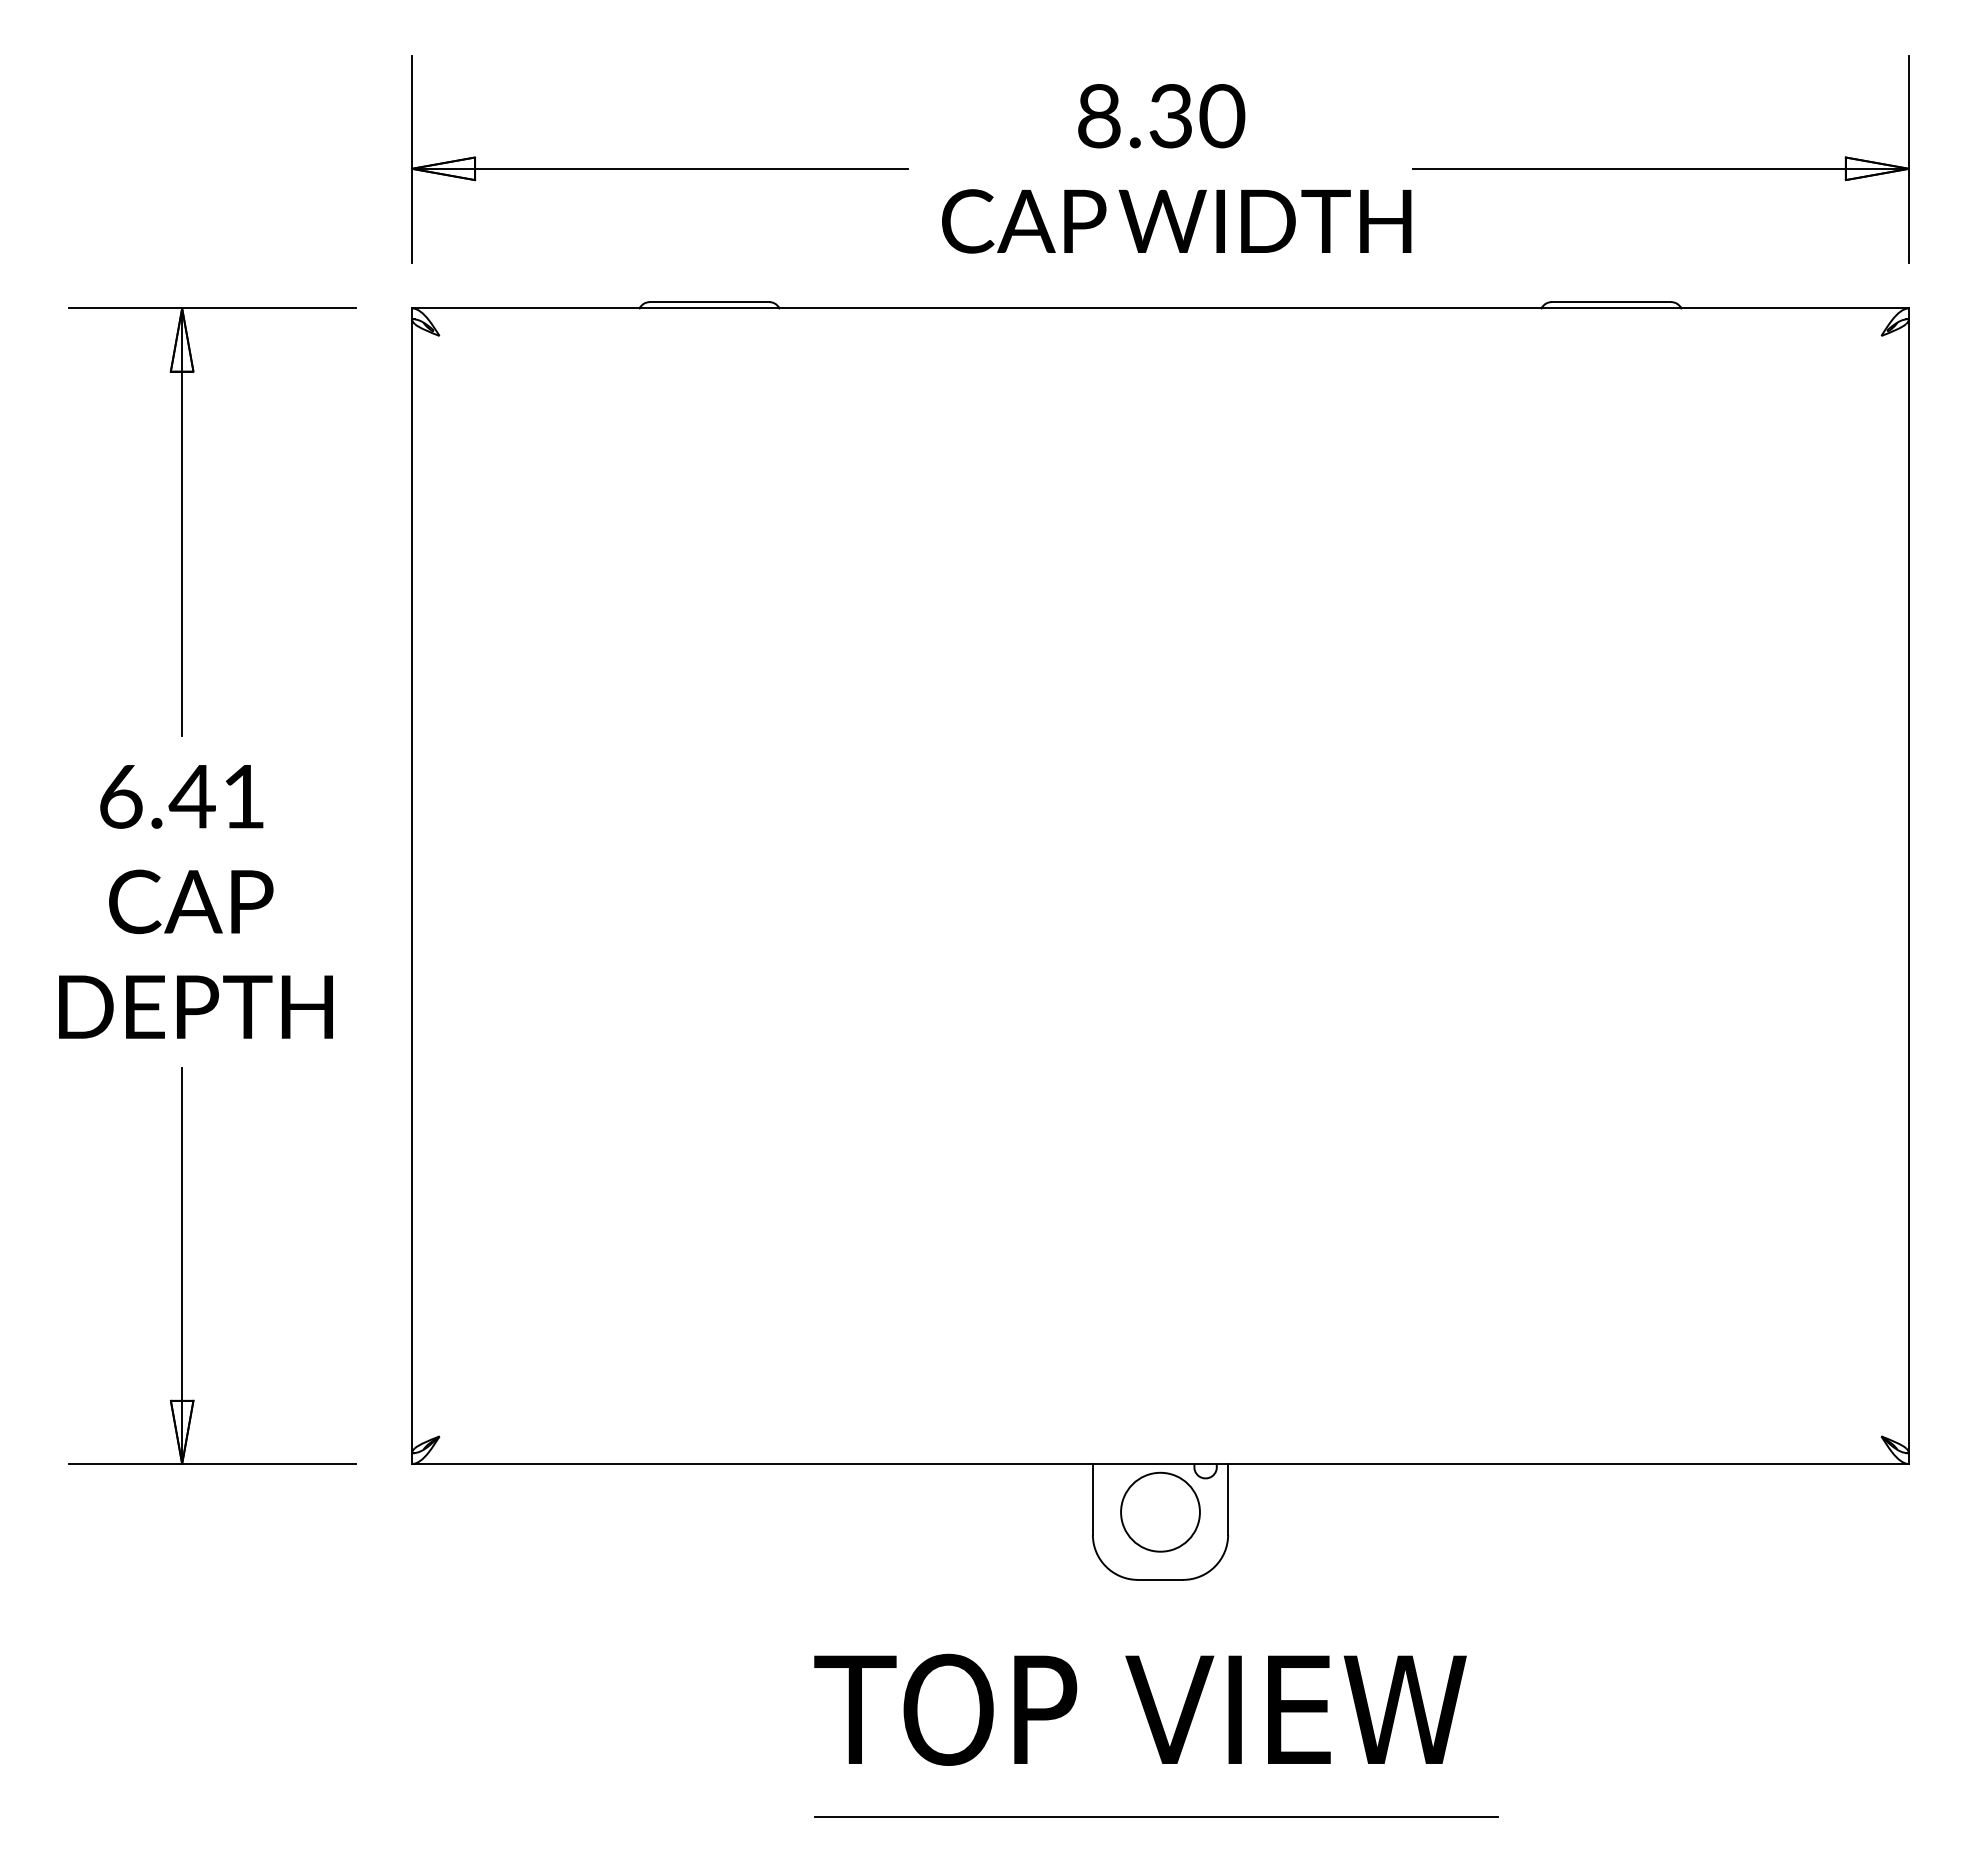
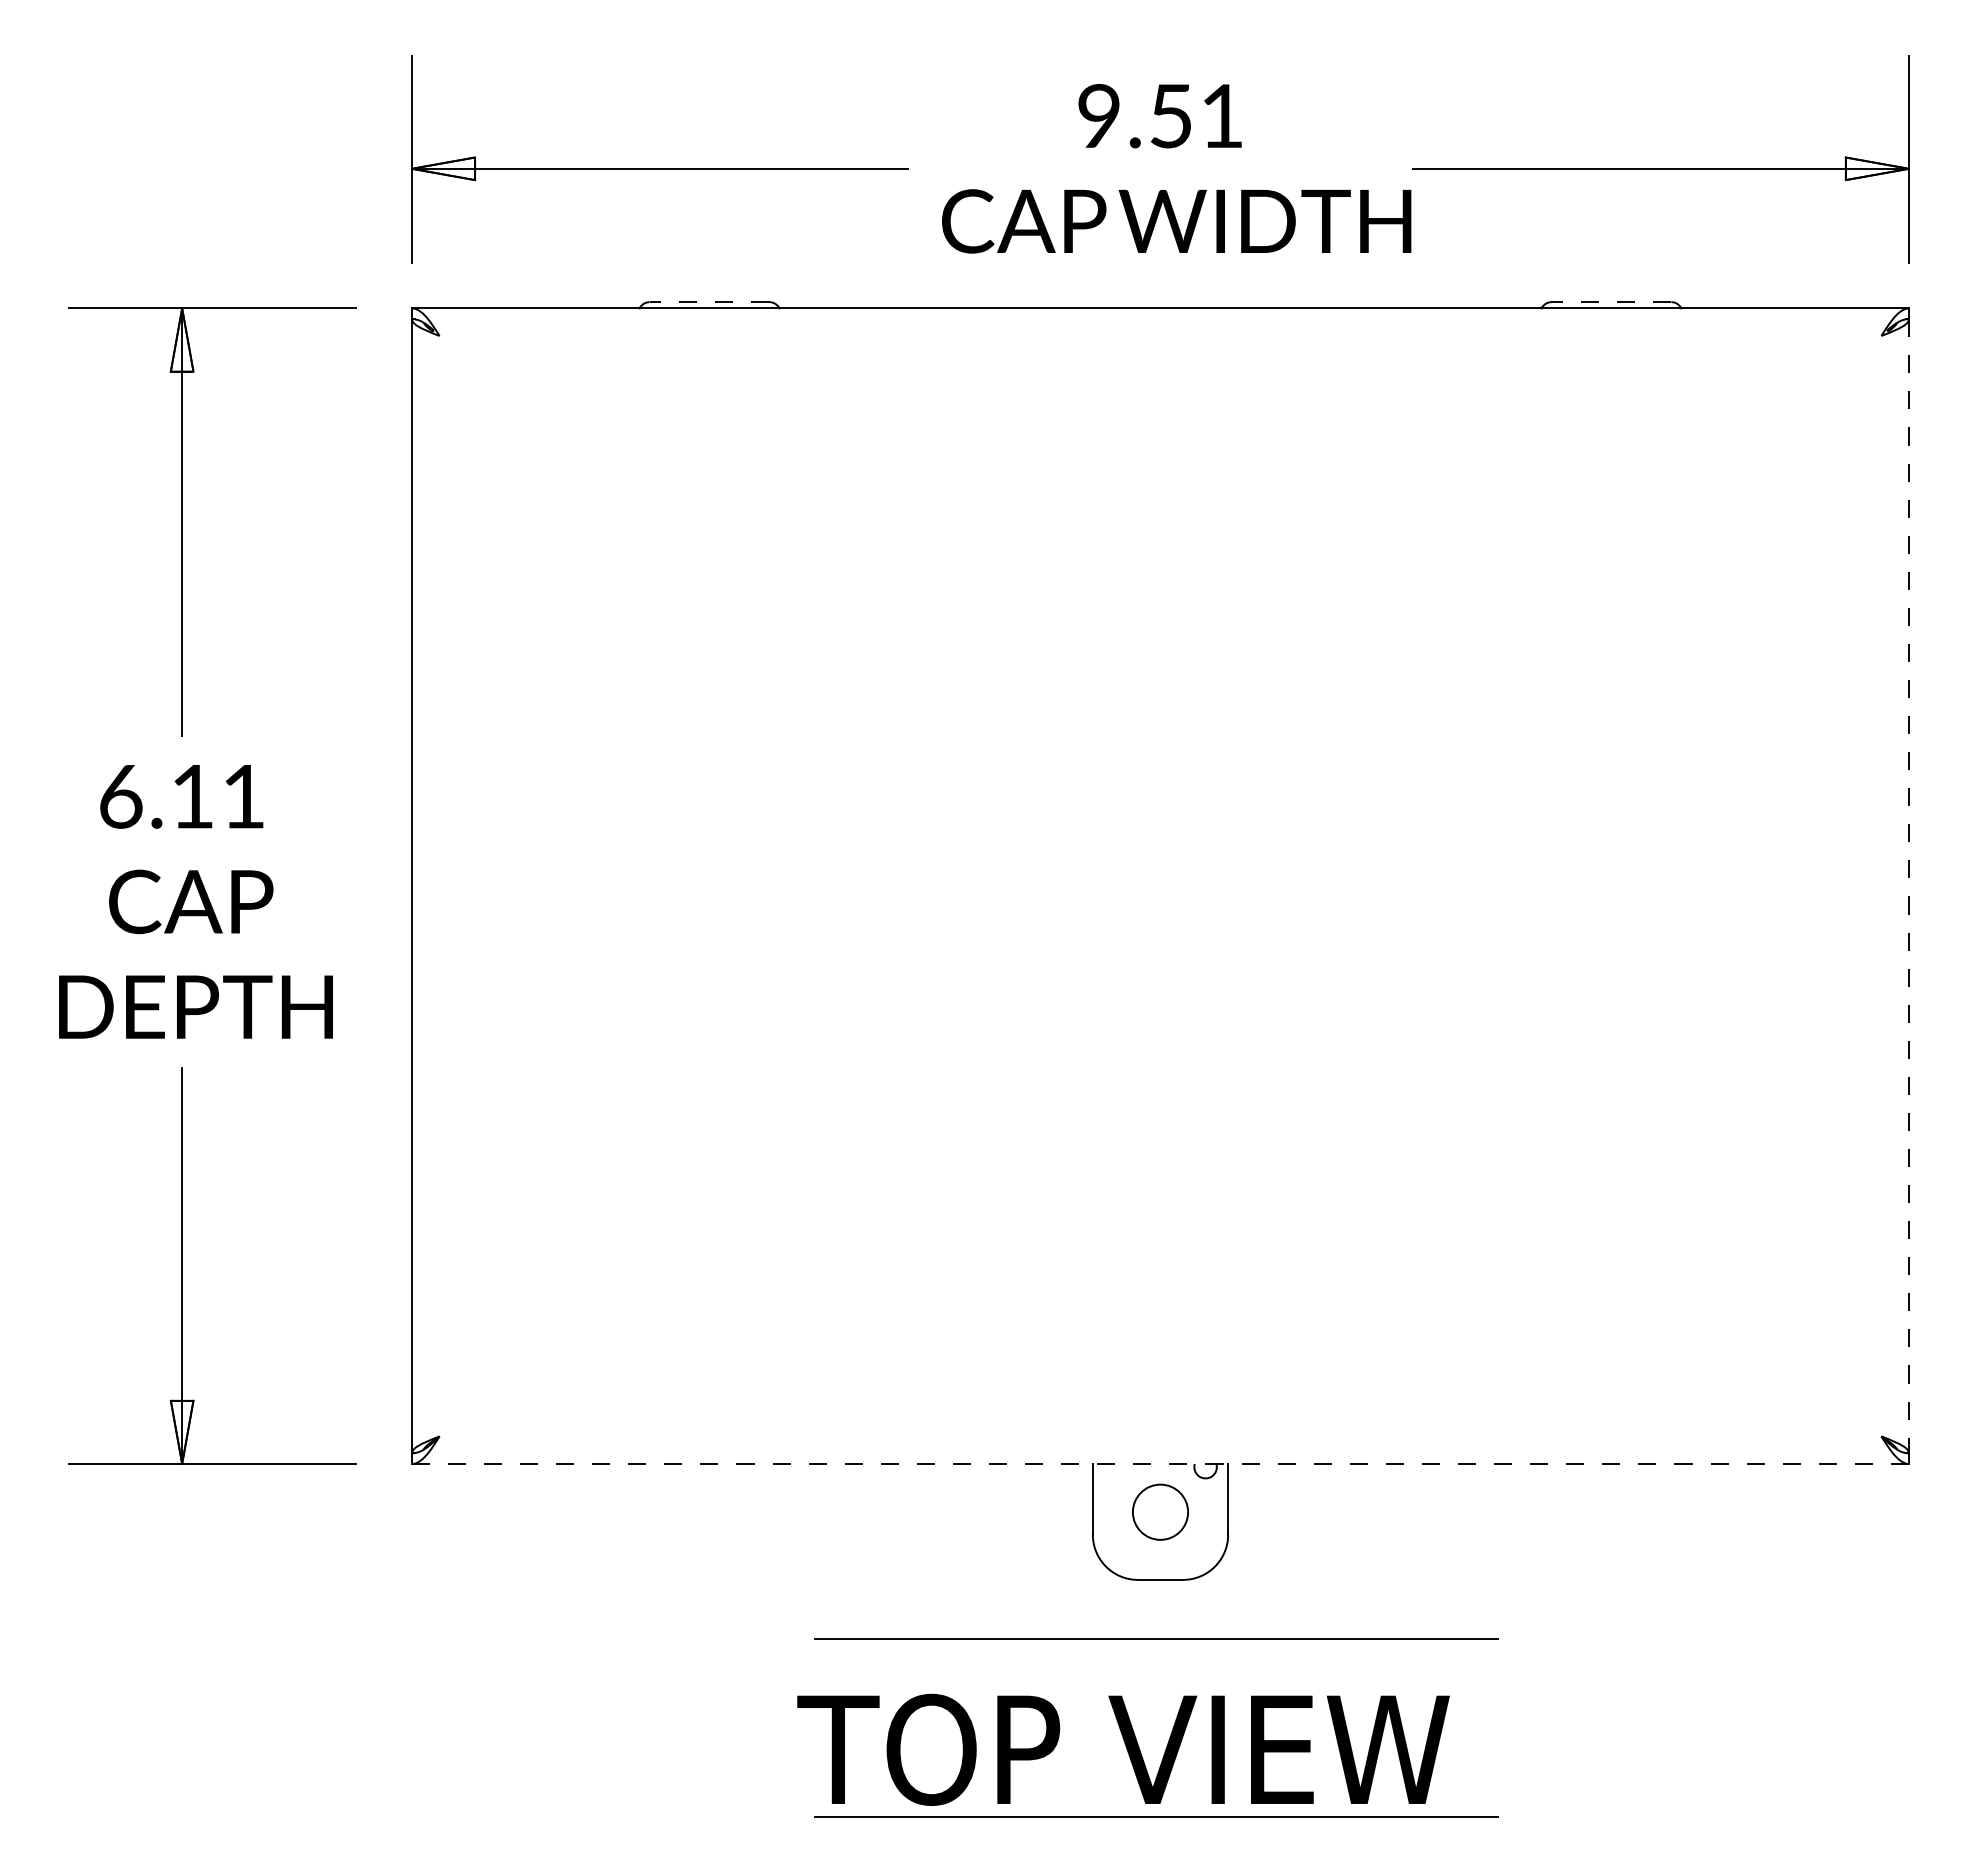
text at (1161, 116): 8.30 -> 9.51
line at (709, 302): solid -> dashed
line at (1611, 302): solid -> dashed
text at (191, 796): 6.41 -> 6.11
line at (1908, 886): solid -> dashed
line at (1160, 1464): solid -> dashed
circle at (1160, 1511) diameter: 79 px -> 55 px
line at (1156, 1638): none -> present
text at (1140, 1709) position: (1140, 1709) -> (1123, 1749)
